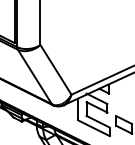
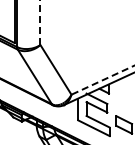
line at (40, 22): solid -> dashed
line at (103, 80): solid -> dashed
